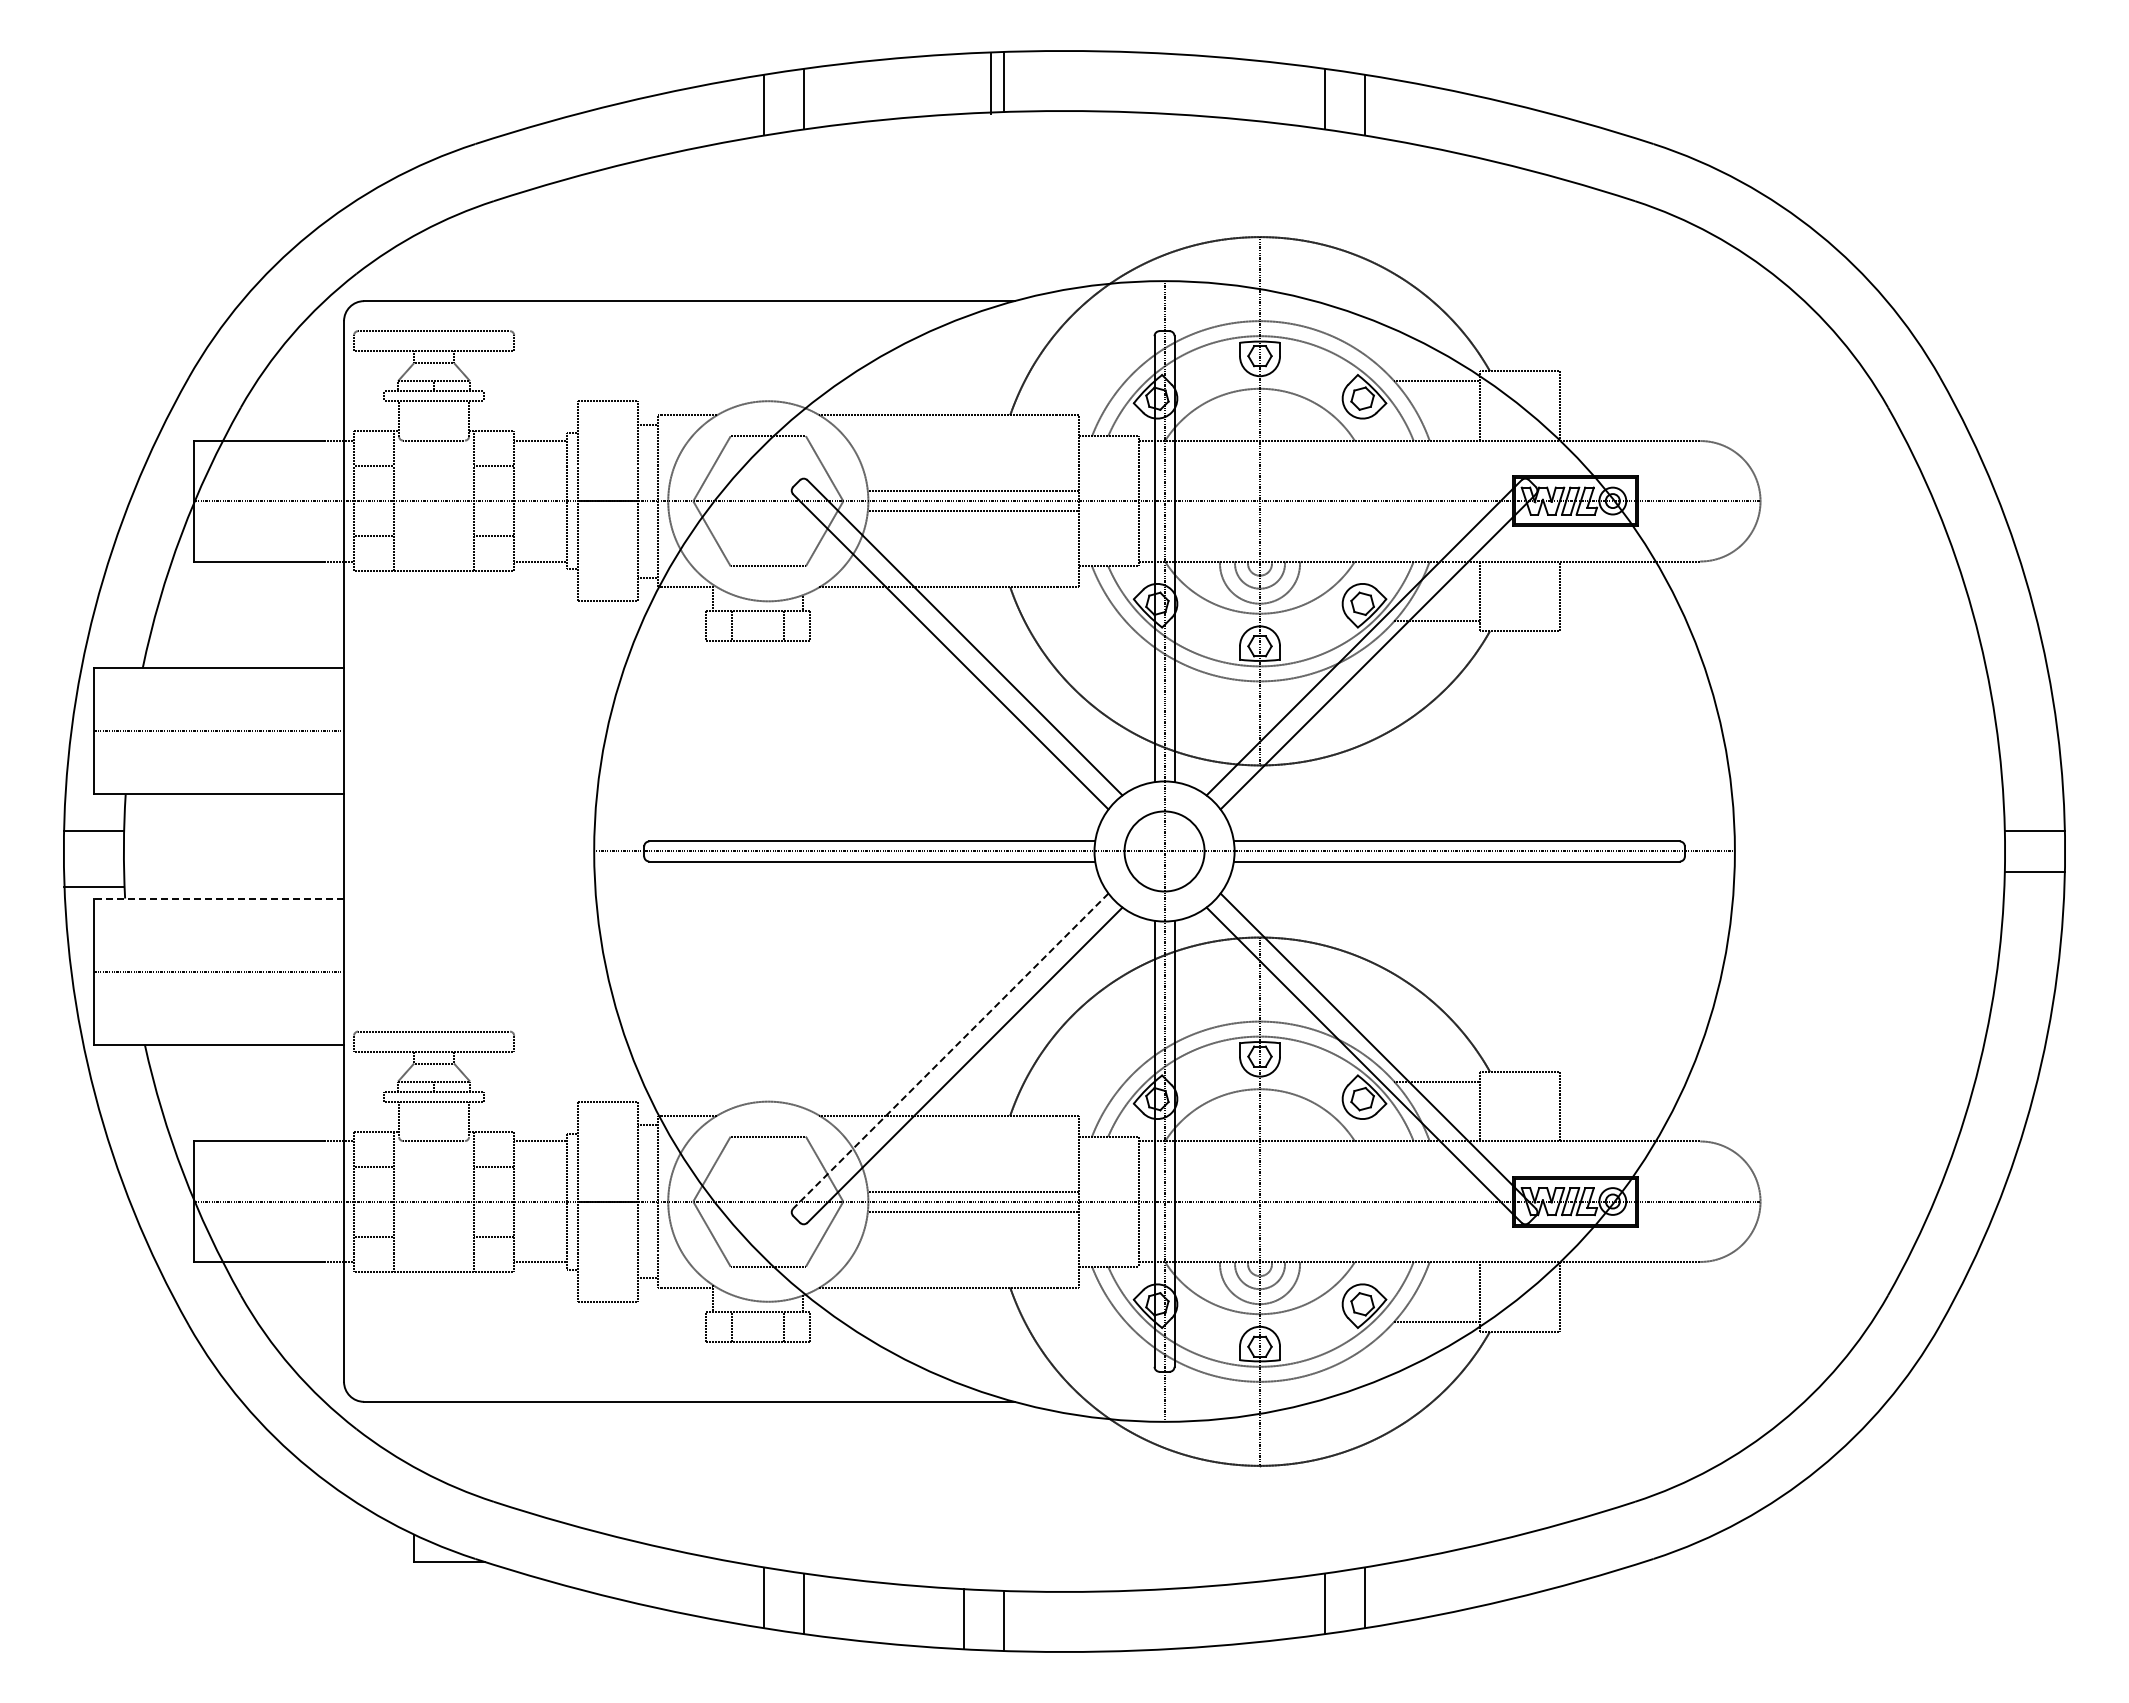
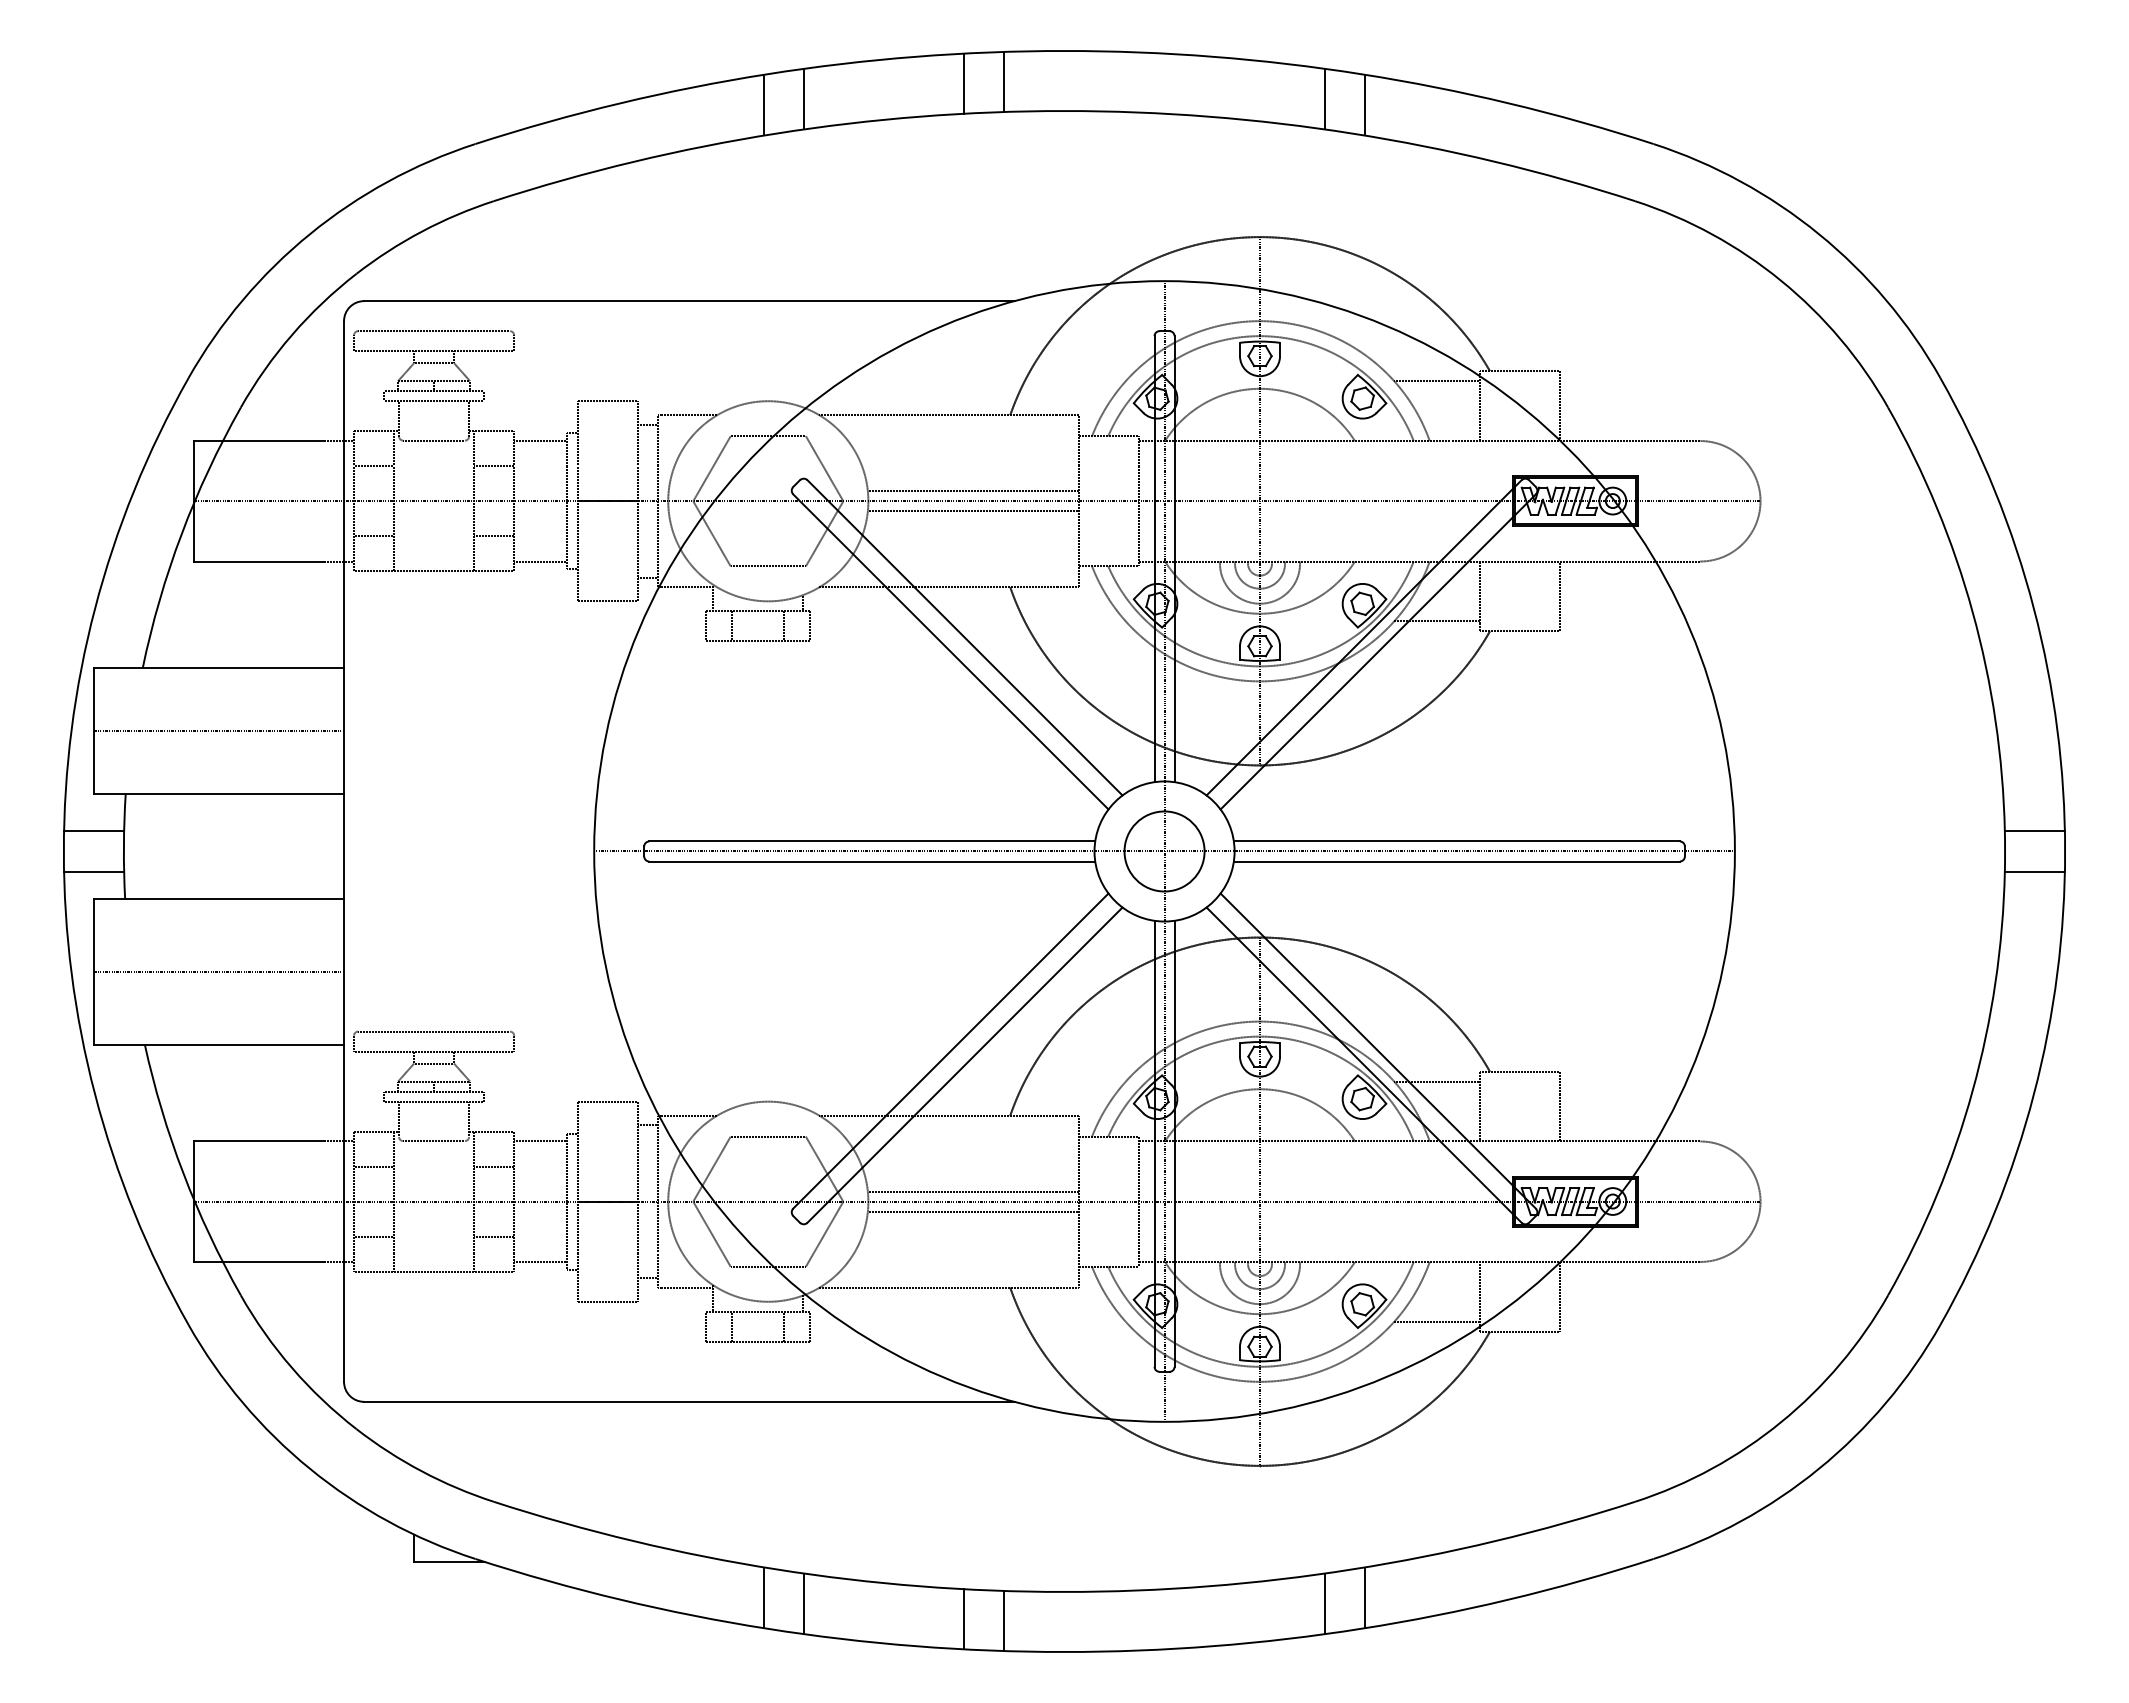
line at (991, 83) position: (991, 83) -> (964, 83)
line at (94, 886) position: (94, 886) -> (94, 871)
line at (218, 898): dashed -> solid
line at (950, 1051): dashed -> solid
